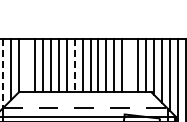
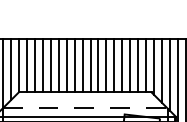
line at (26, 65): none -> present
line at (74, 65): dashed -> solid
line at (130, 65): none -> present
line at (2, 73): dashed -> solid
